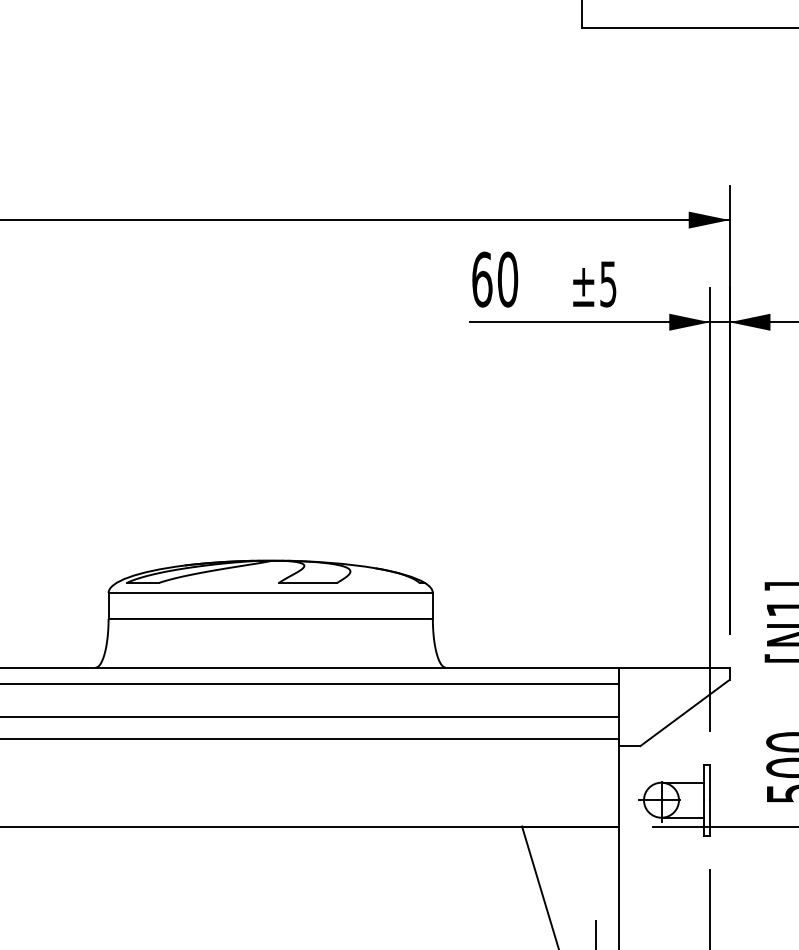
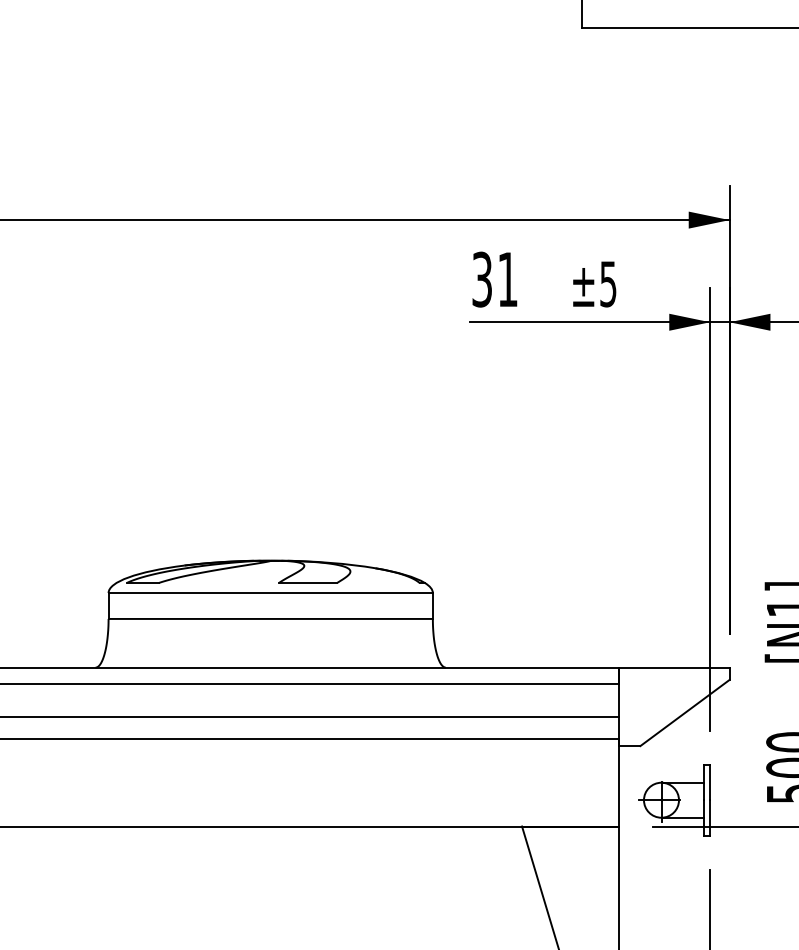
text at (495, 279): 60 -> 31
line at (595, 932): present -> none
